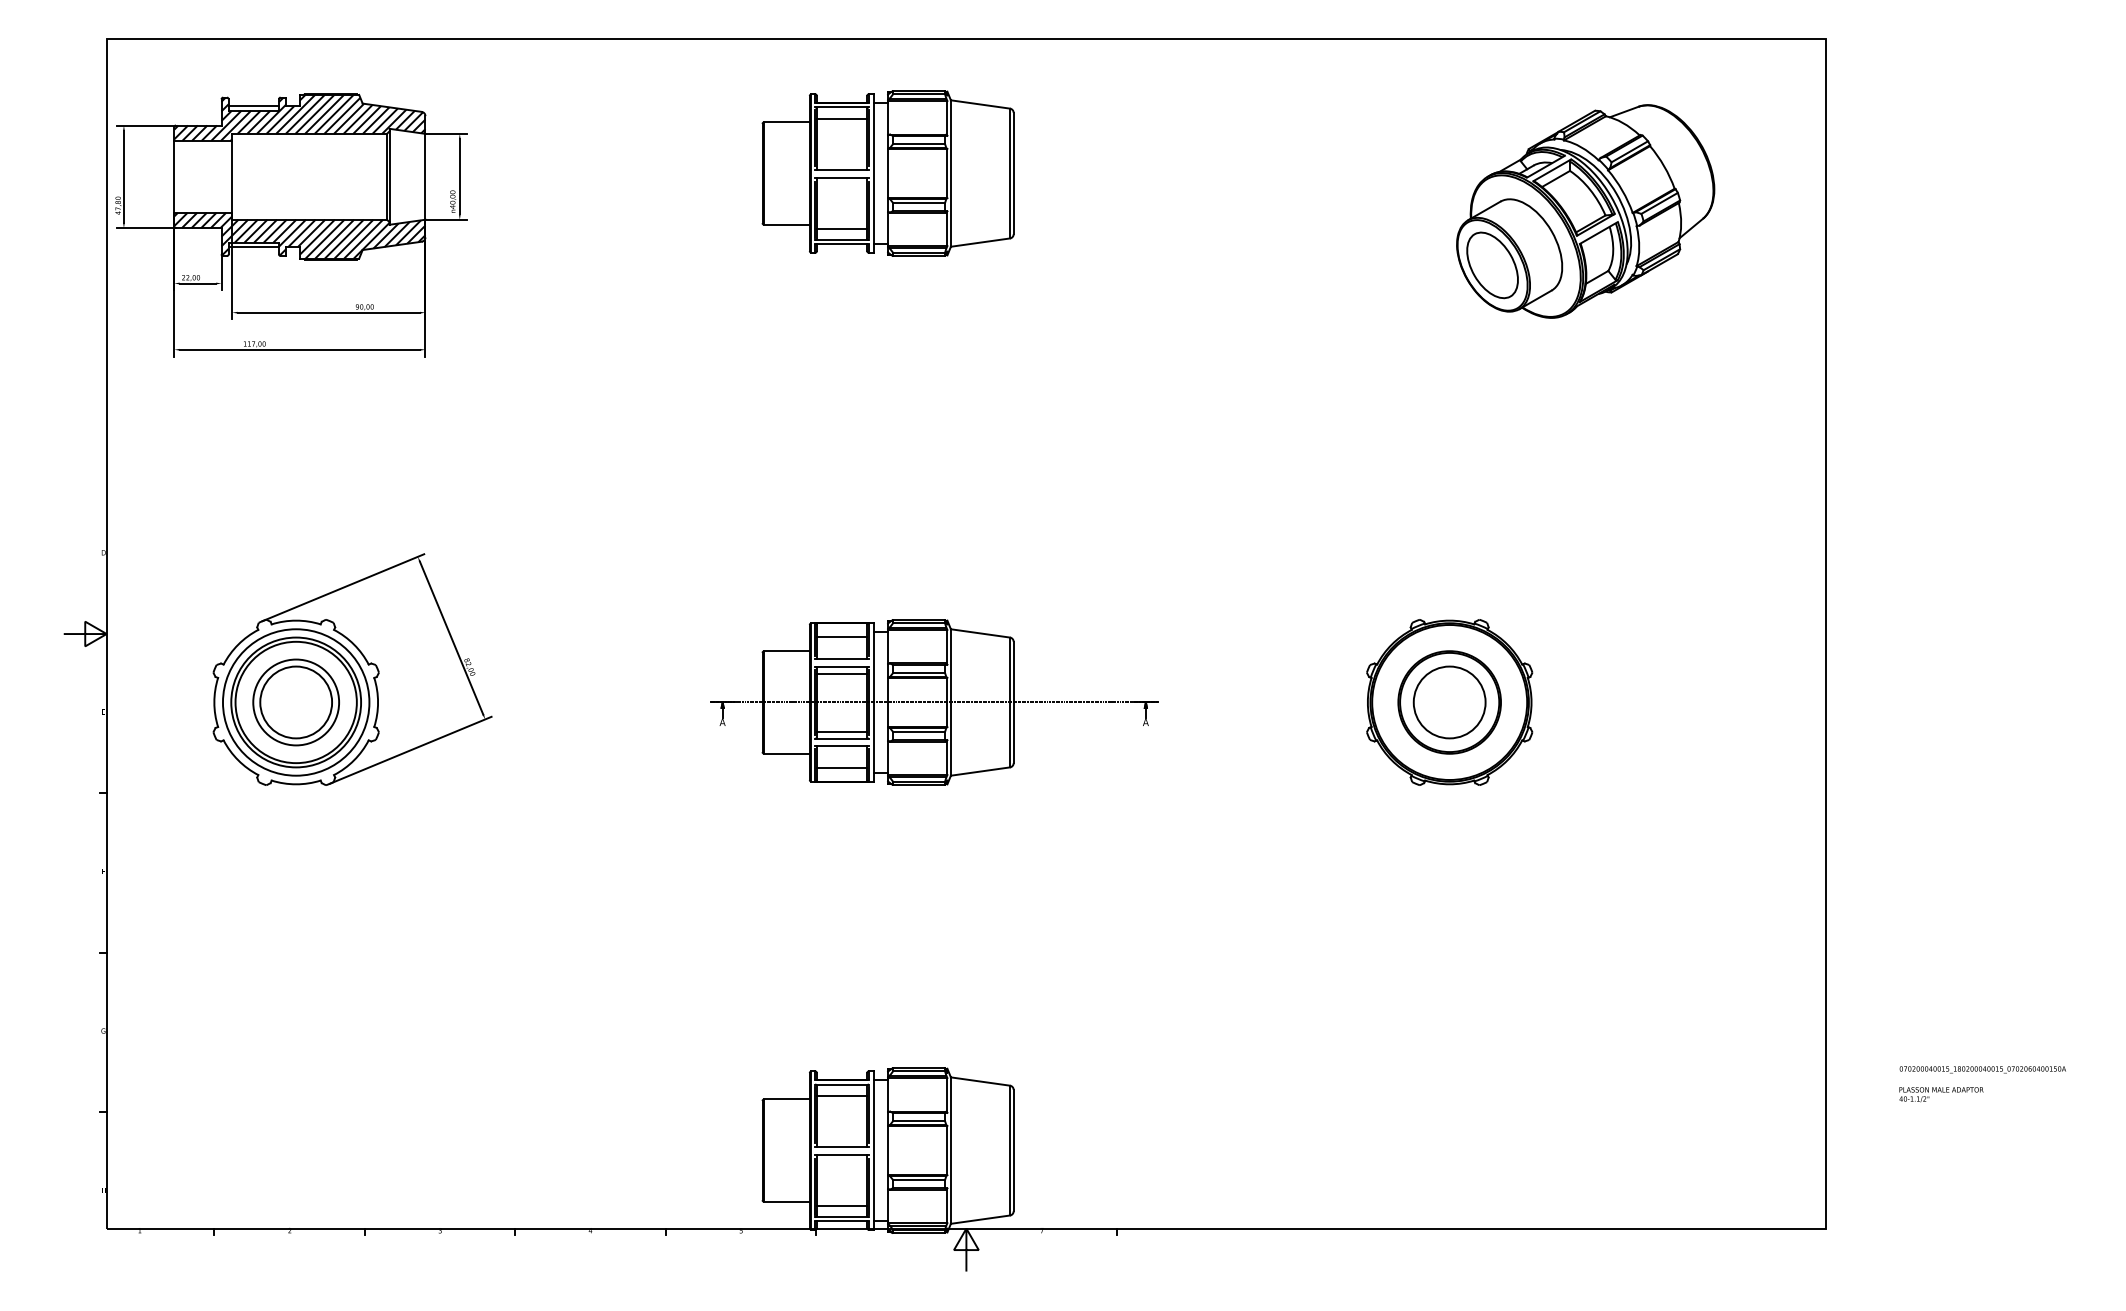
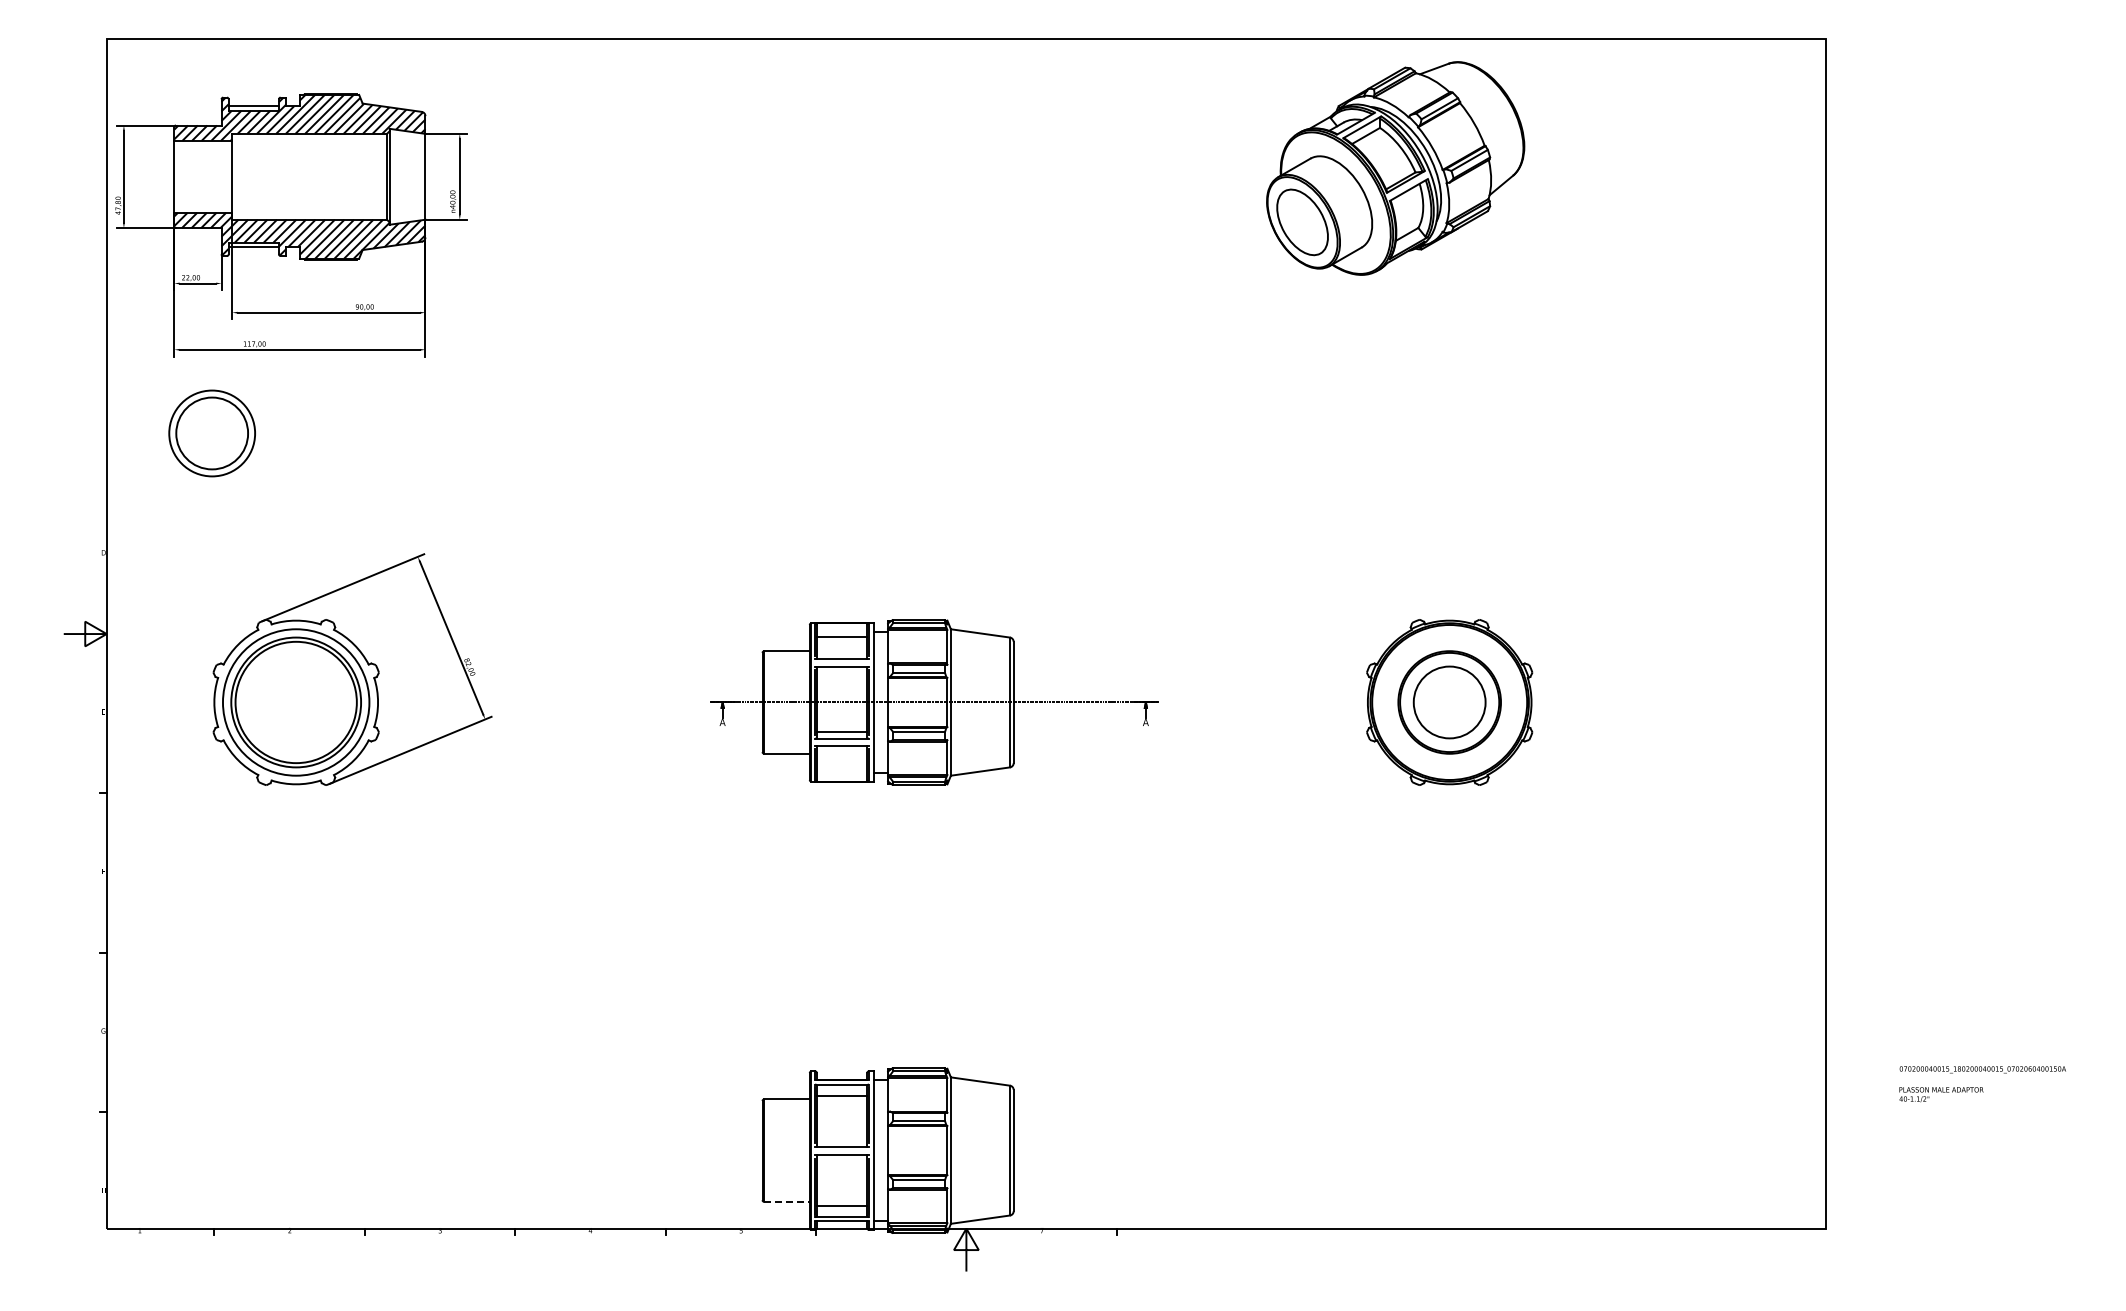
part at (887, 173): present -> none
part at (1585, 211) position: (1585, 211) -> (1395, 168)
line at (841, 673): present -> none
part at (295, 702) position: (295, 702) -> (211, 433)
line at (841, 768): present -> none
line at (787, 1201): solid -> dashed
